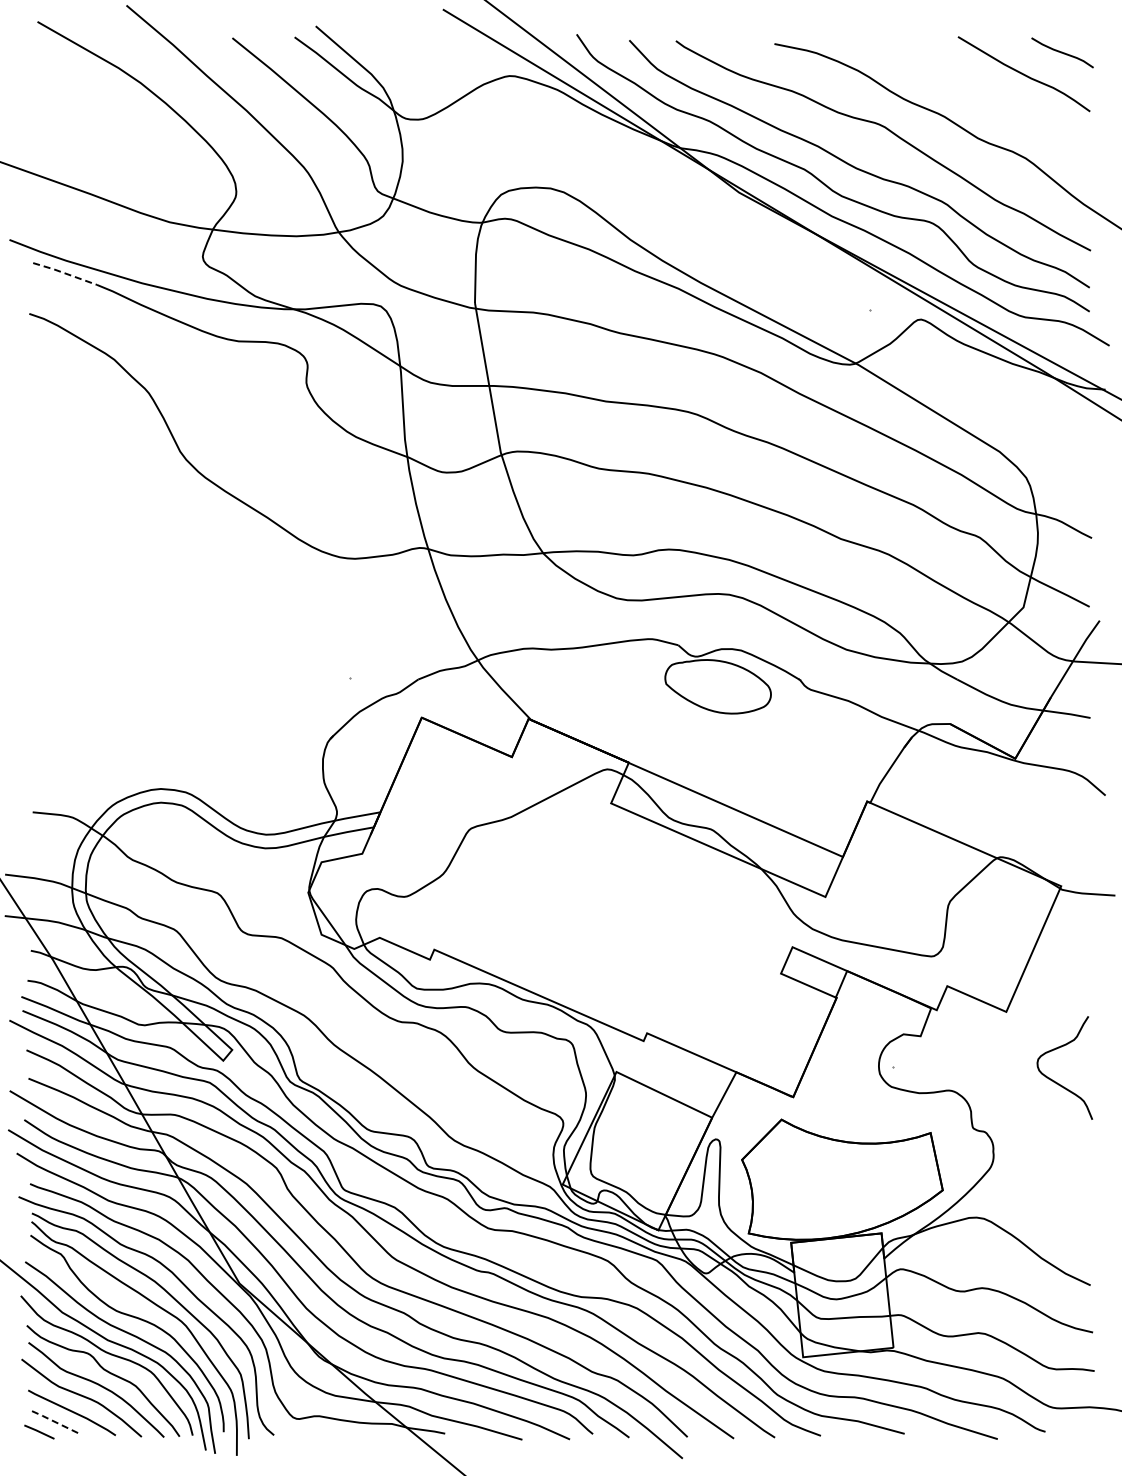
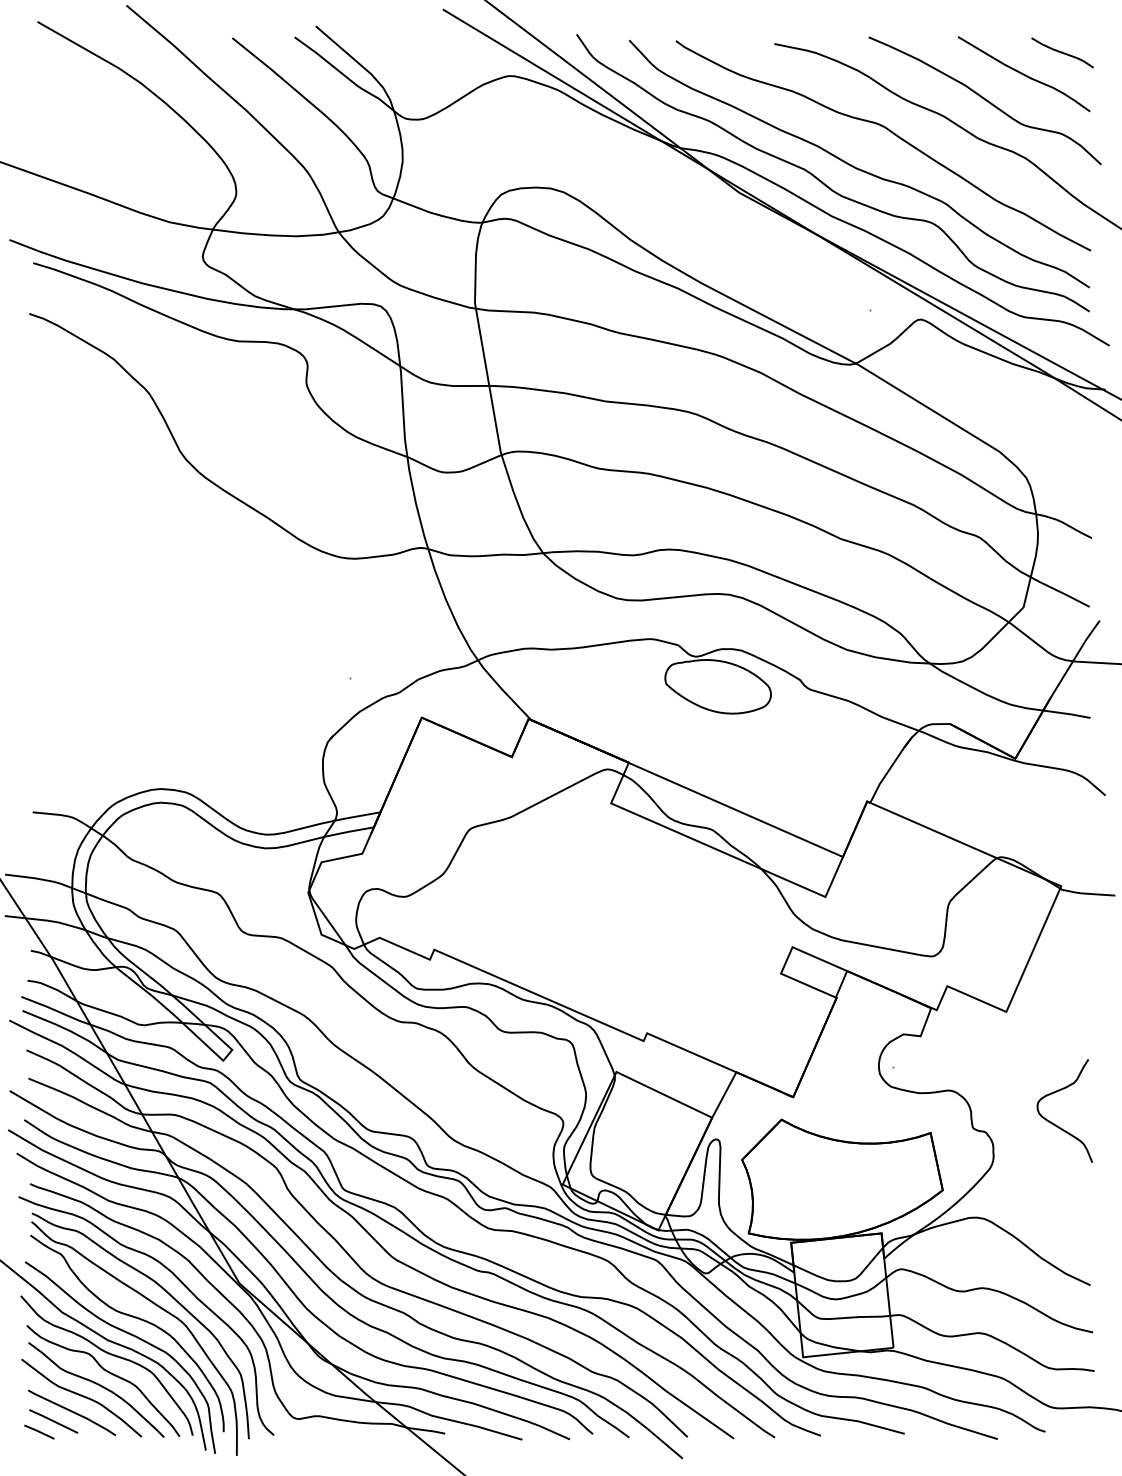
curve at (984, 100): none -> present
line at (65, 273): dashed -> solid
curve at (1056, 1081) position: (1056, 1081) -> (1056, 1124)
line at (53, 1421): dashed -> solid
